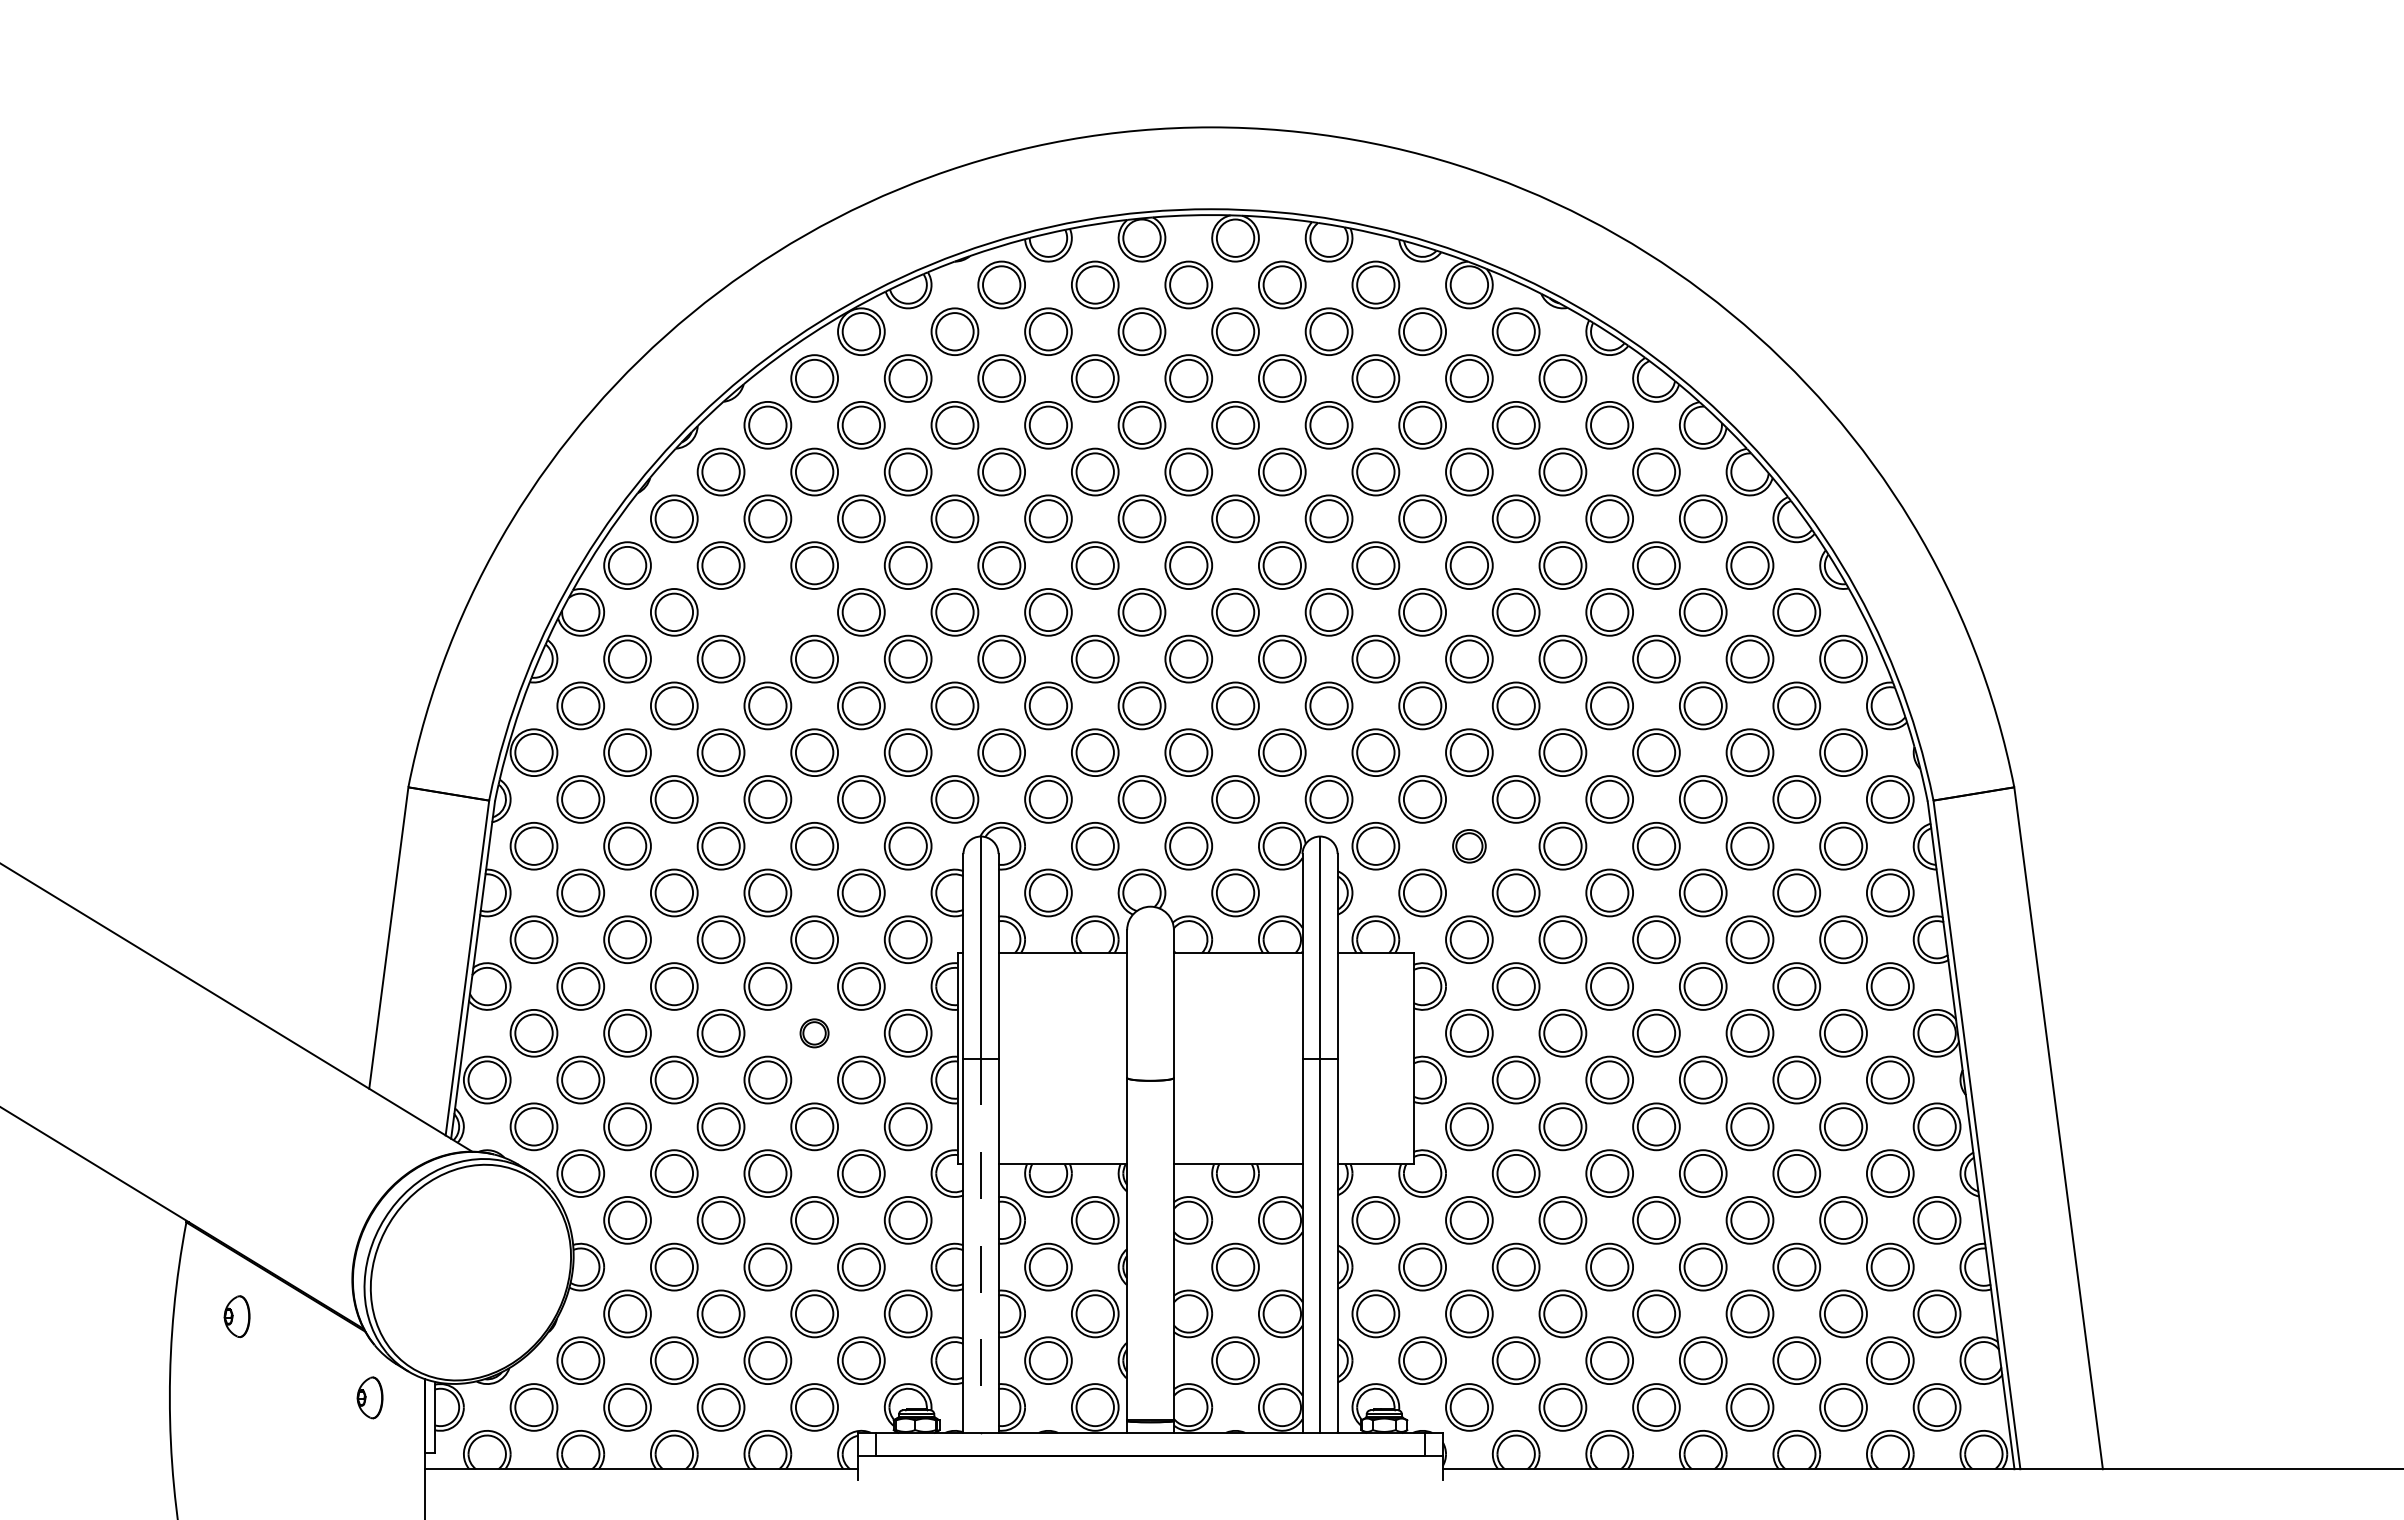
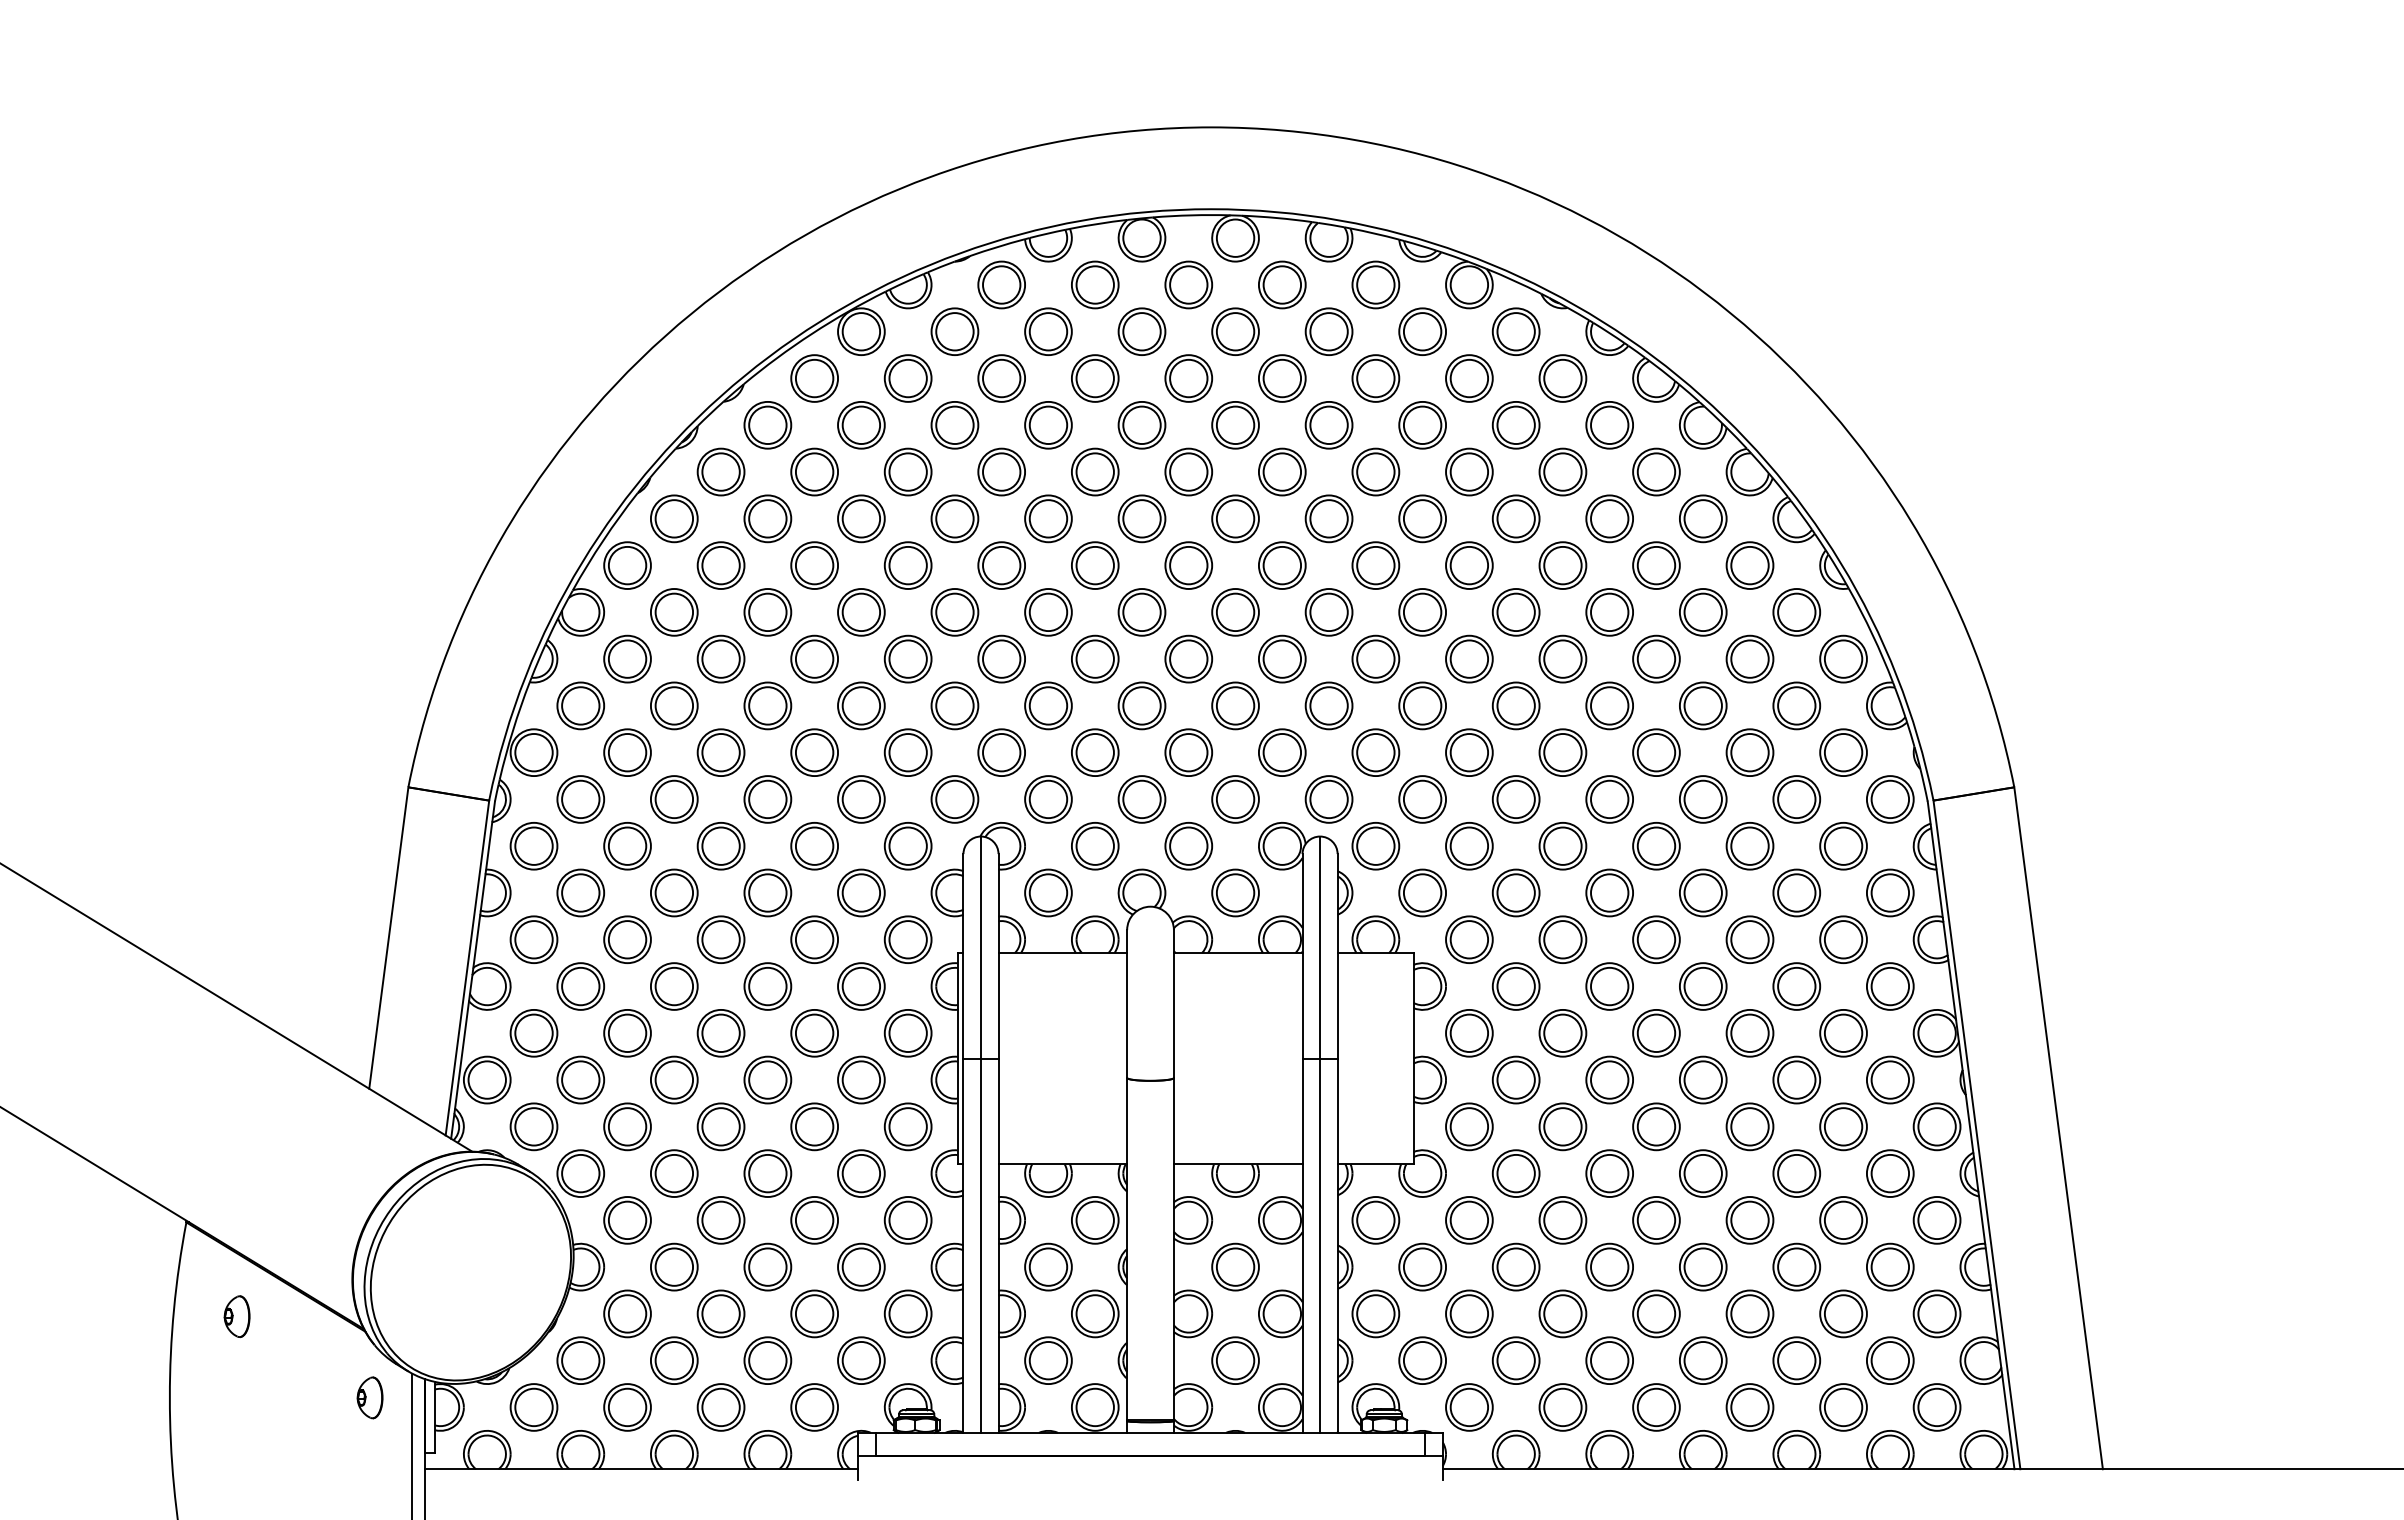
part at (767, 612): none -> present
part at (1469, 846) size: 35x35 px -> 49x49 px
part at (814, 1033) size: 31x31 px -> 49x49 px
line at (981, 1246): dashed -> solid
line at (412, 1444): none -> present
